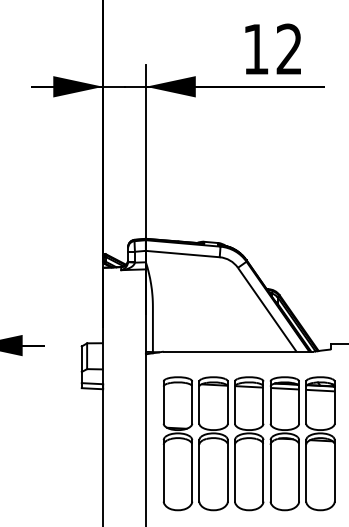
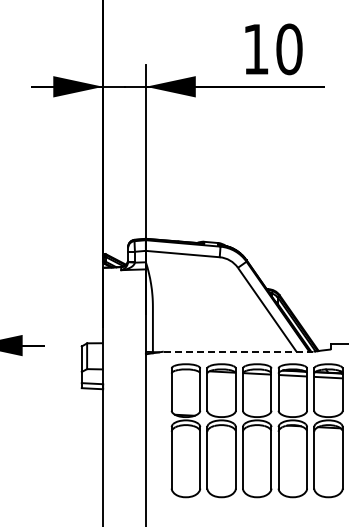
text at (289, 49): 12 -> 10
line at (238, 351): solid -> dashed
part at (248, 443) position: (248, 443) -> (256, 430)
